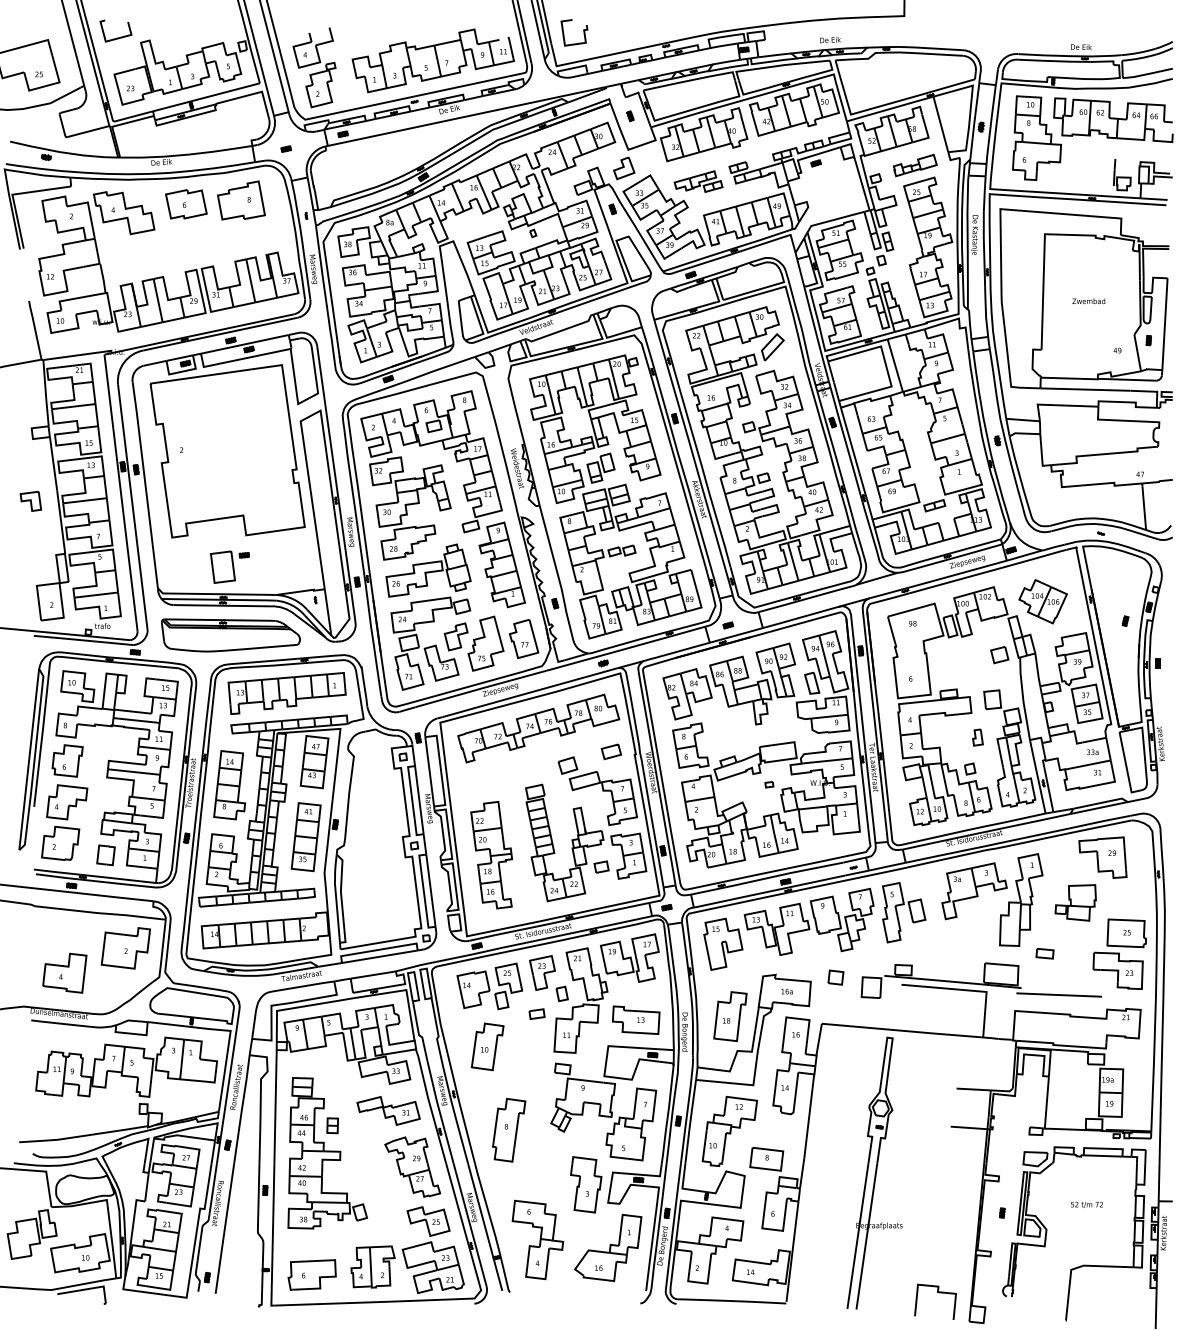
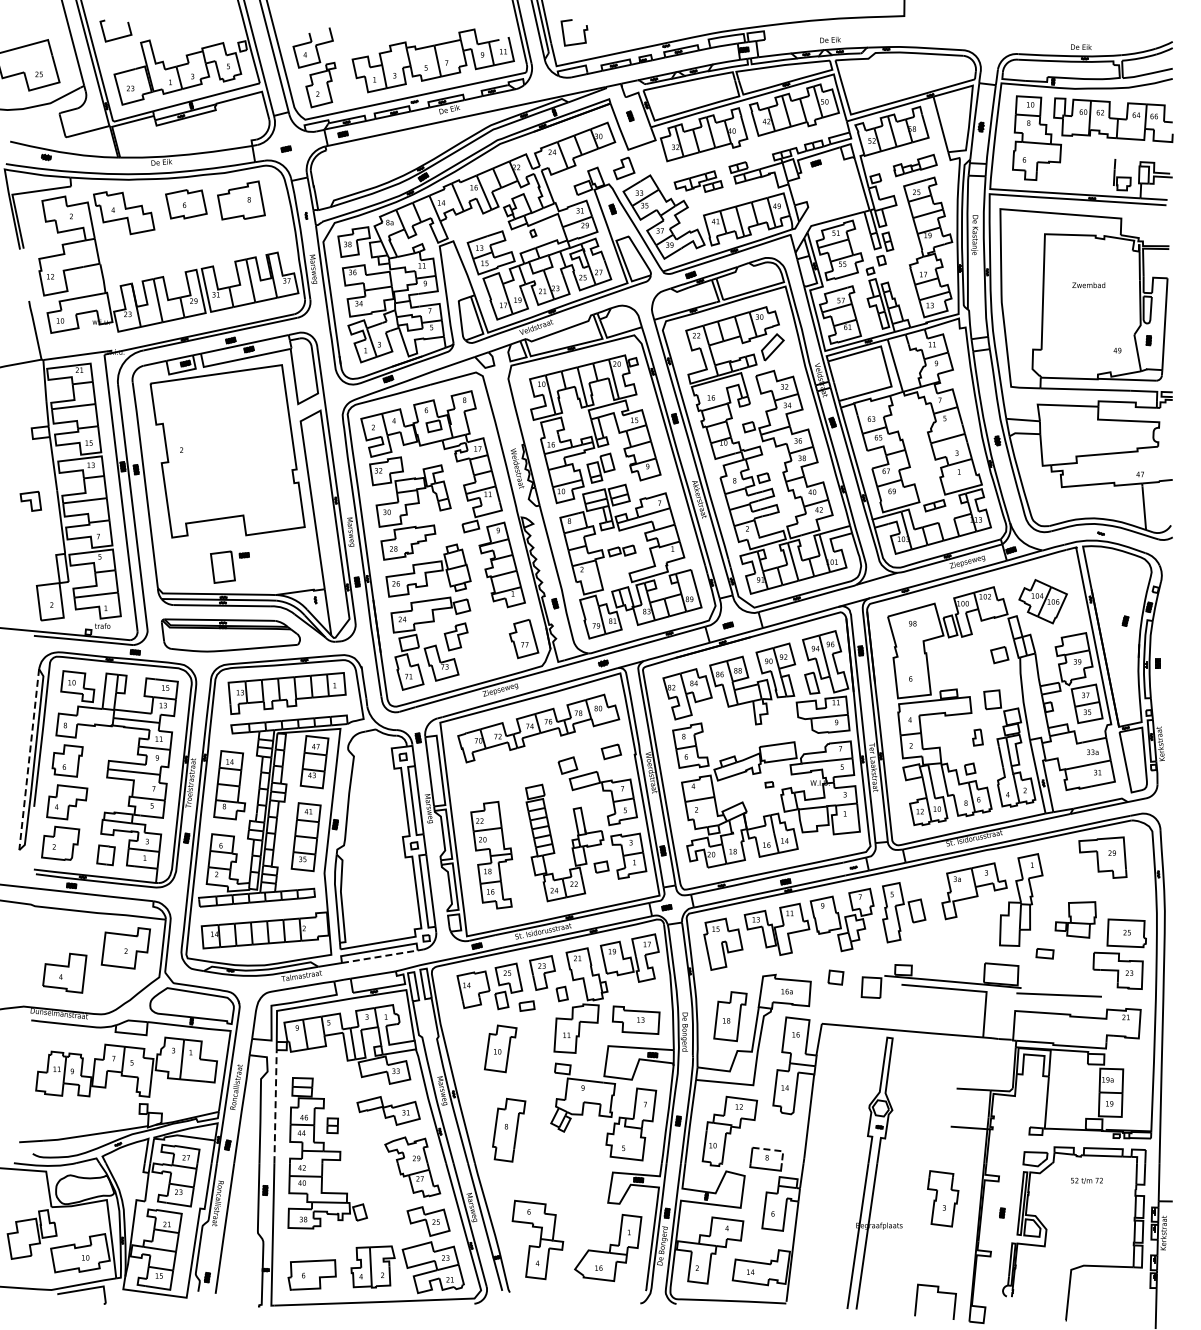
text at (1088, 301) position: (1088, 301) -> (1088, 285)
part at (485, 643): present -> none
line at (29, 760): solid -> dashed
part at (1075, 902) position: (1075, 902) -> (1075, 919)
line at (380, 956): solid -> dashed
part at (536, 1013) position: (536, 1013) -> (526, 1005)
part at (487, 1046) position: (487, 1046) -> (500, 1048)
line at (275, 1106): solid -> dashed
line at (774, 1150): solid -> dashed
part at (586, 1184) position: (586, 1184) -> (943, 1198)
text at (1086, 1204) position: (1086, 1204) -> (1086, 1180)
